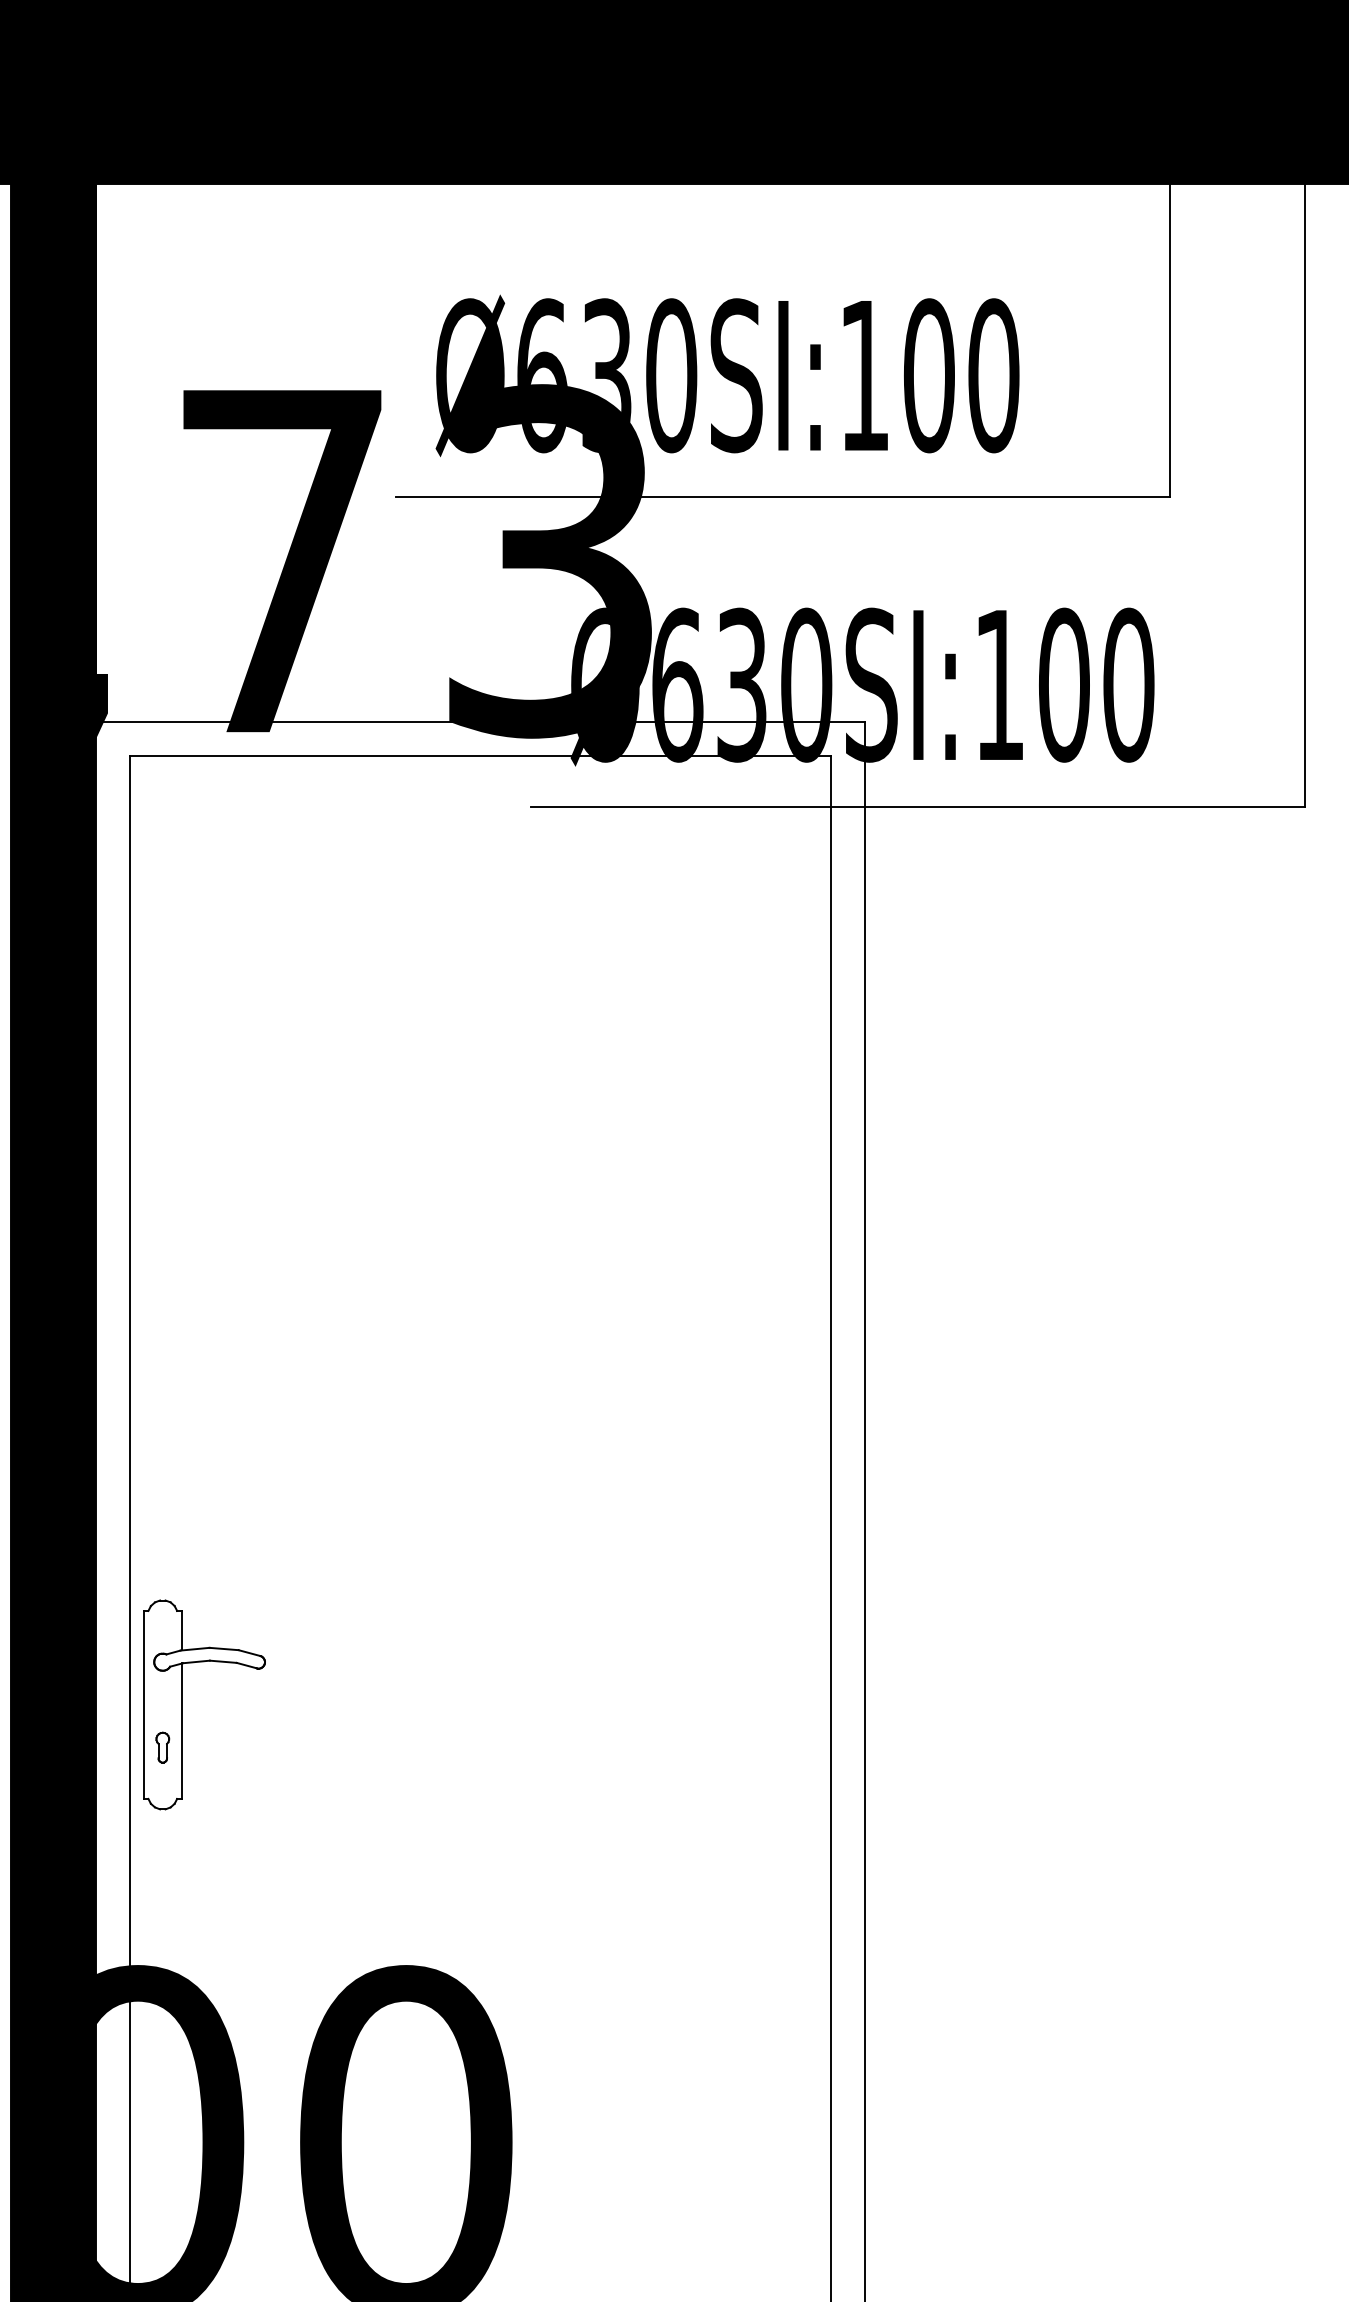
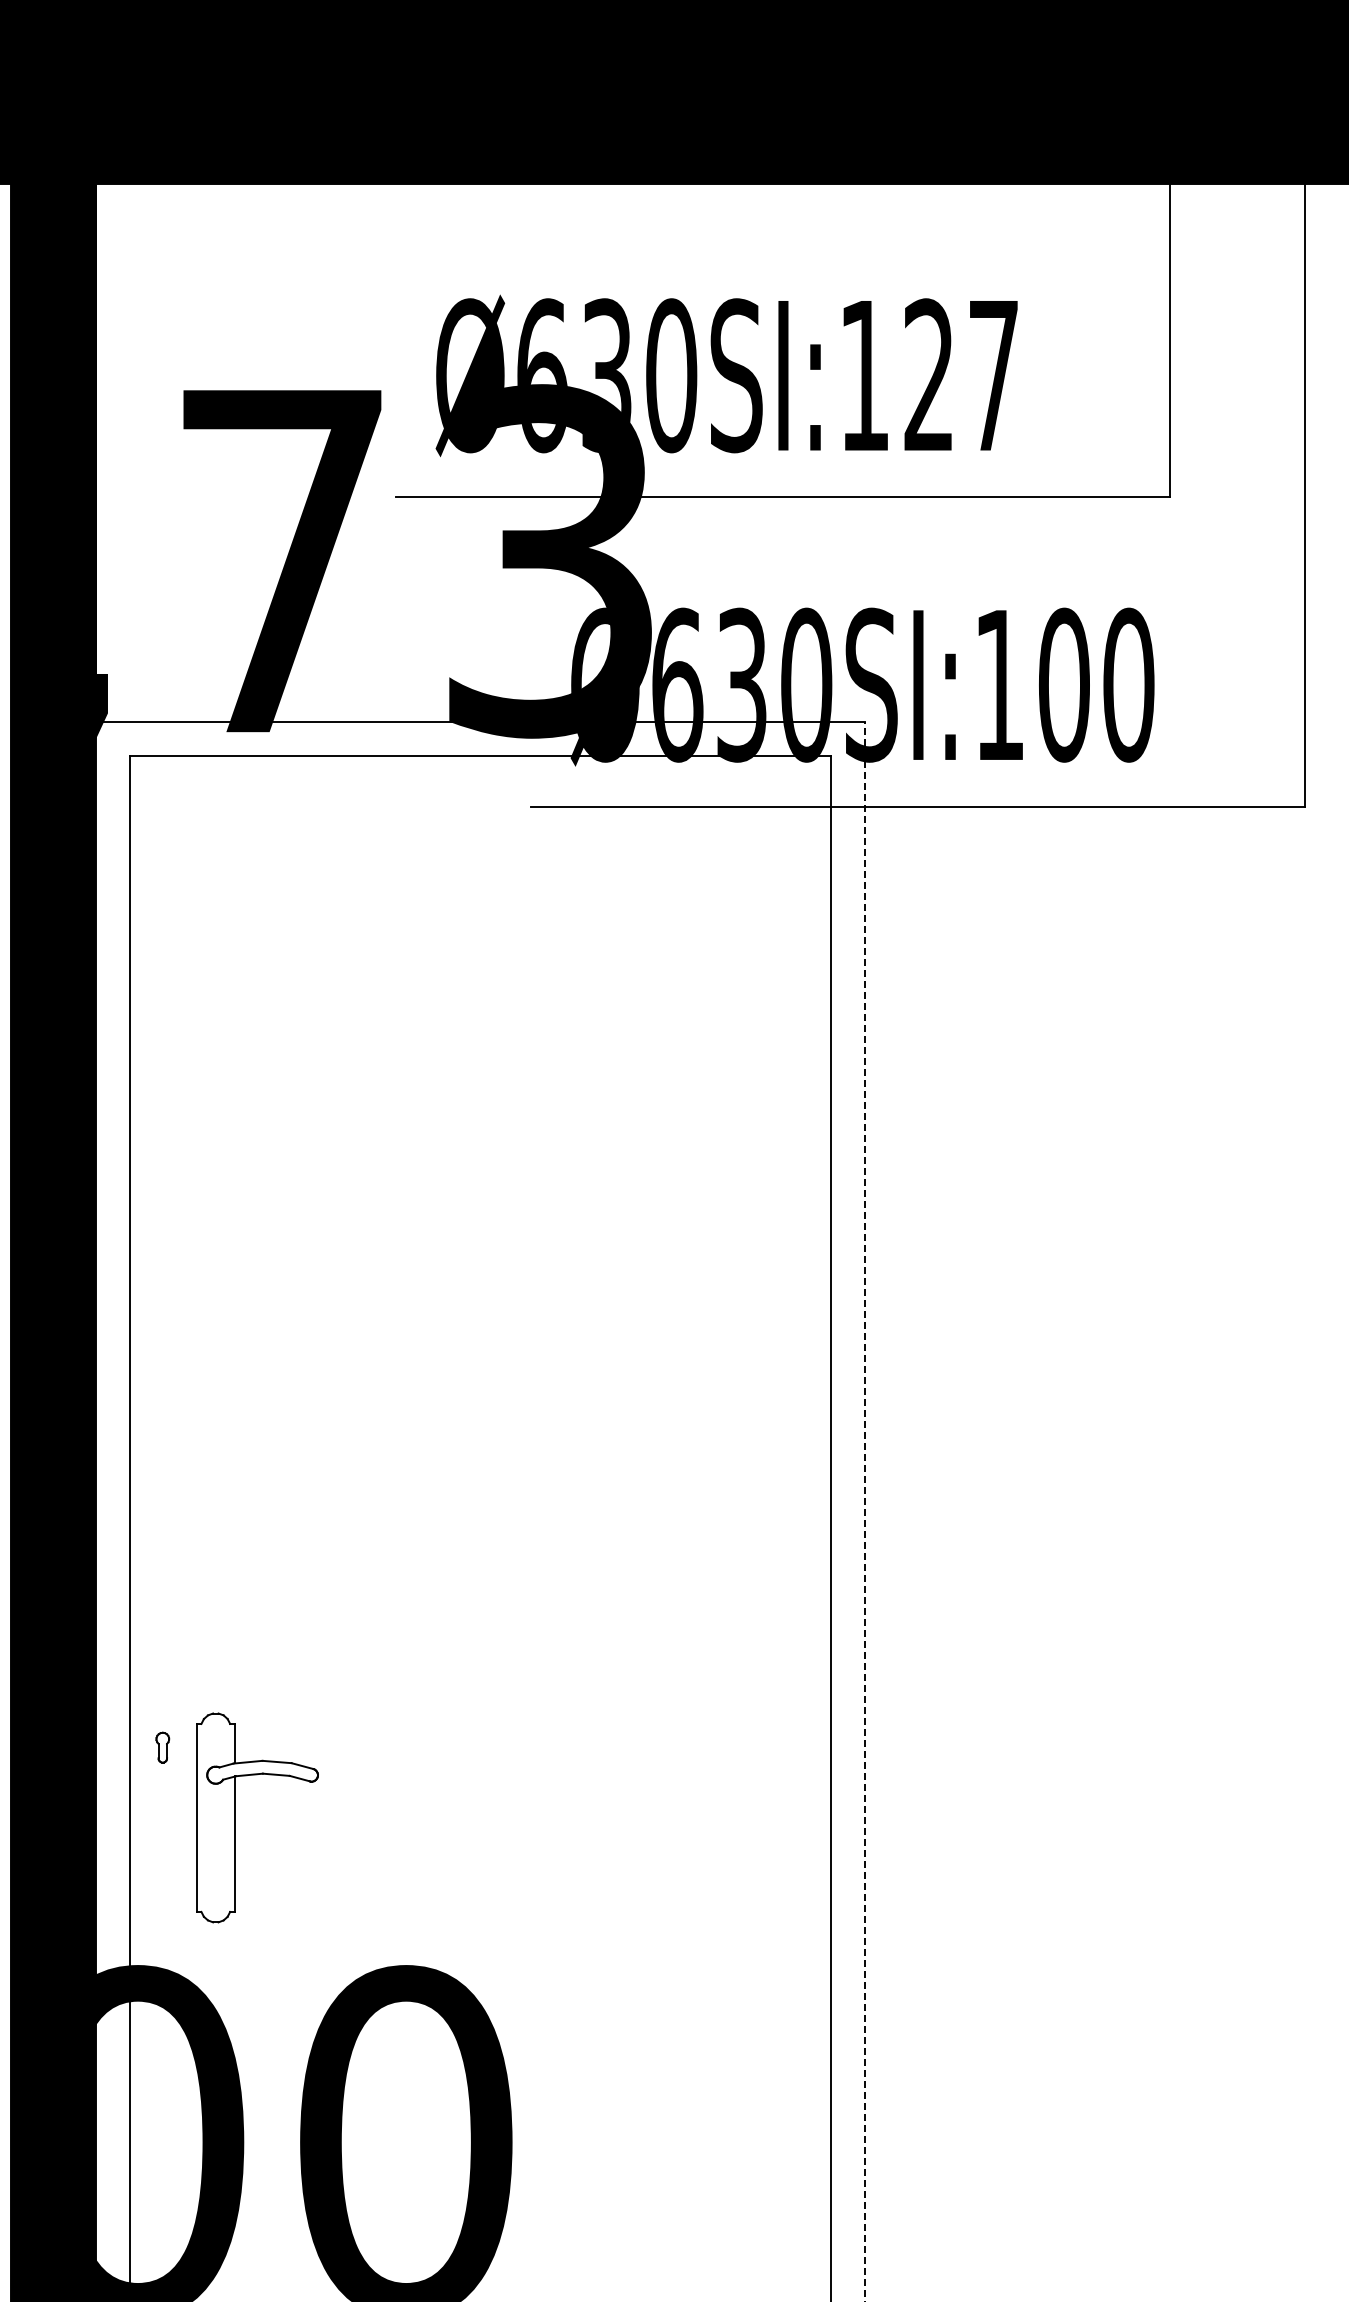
text at (961, 375): Ø630SI:100 -> Ø630SI:127
line at (865, 1512): solid -> dashed
part at (182, 1704) position: (182, 1704) -> (235, 1817)
